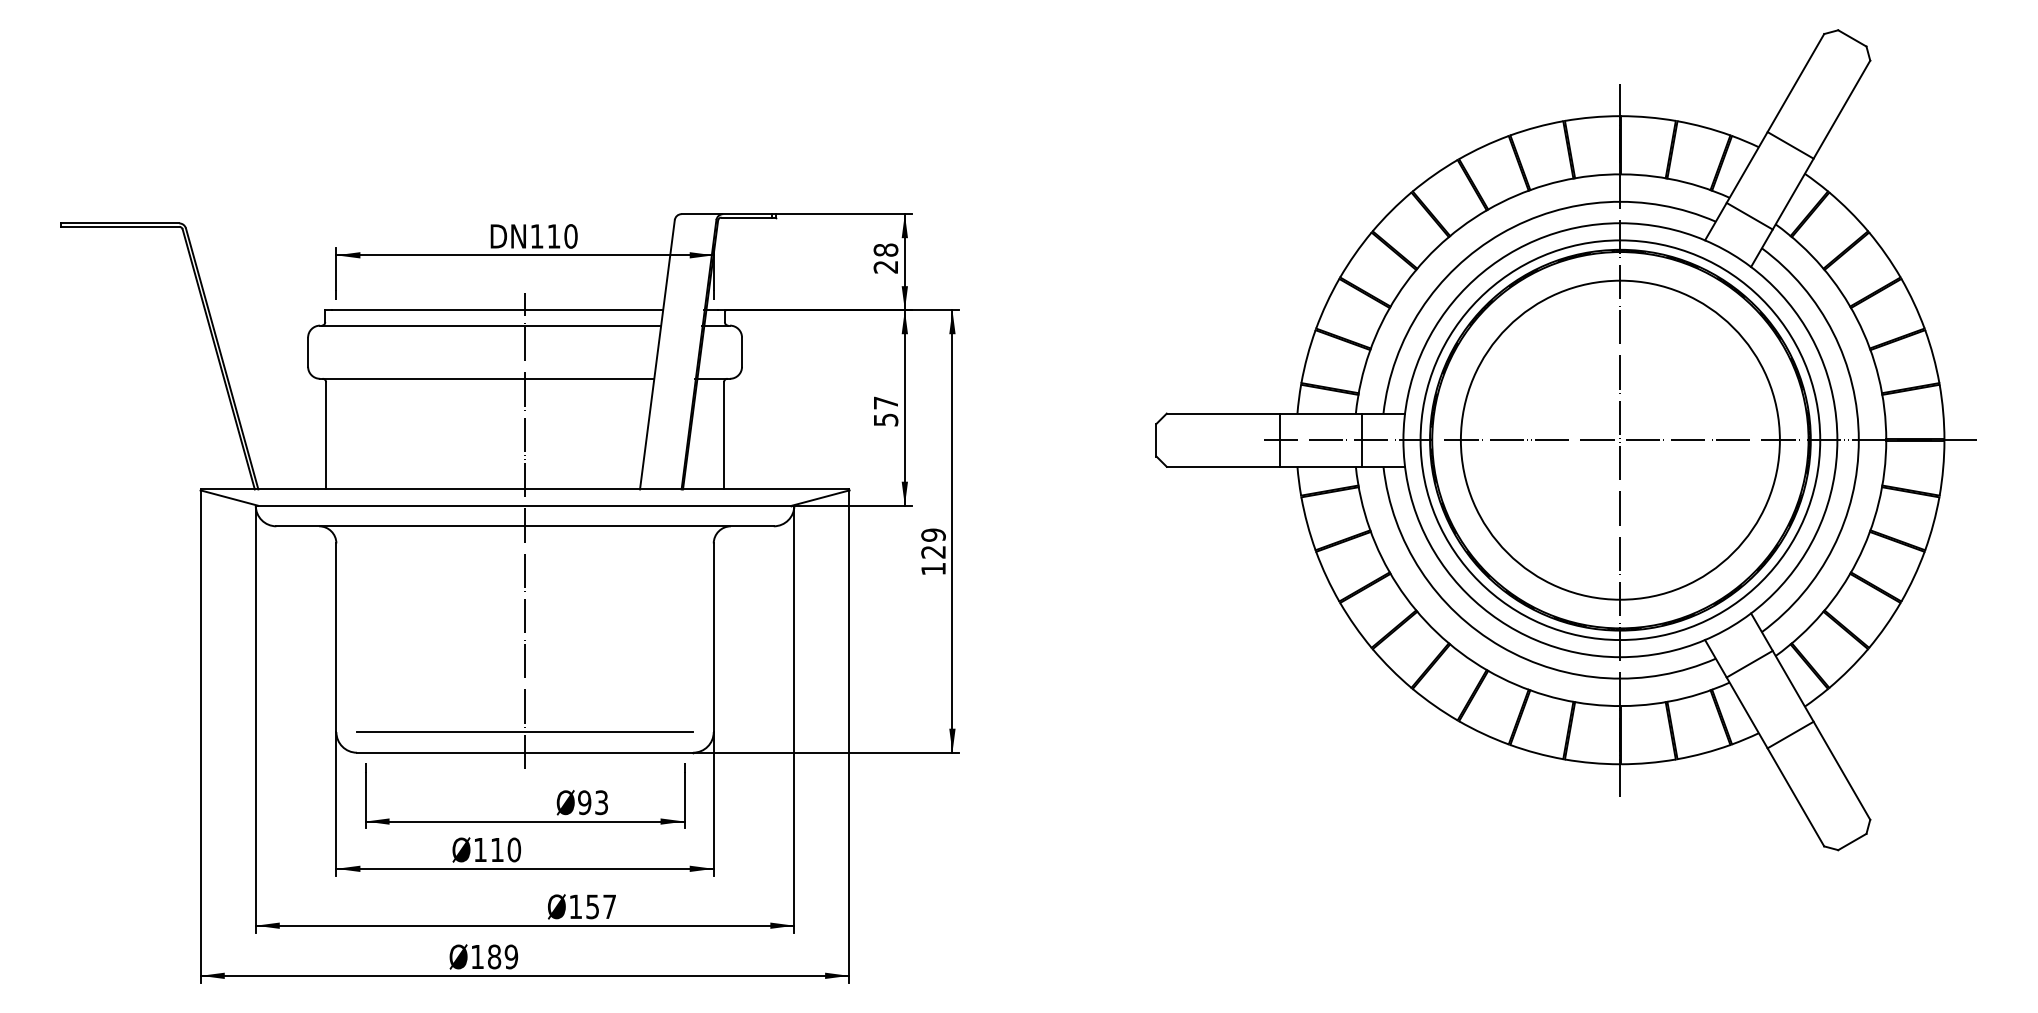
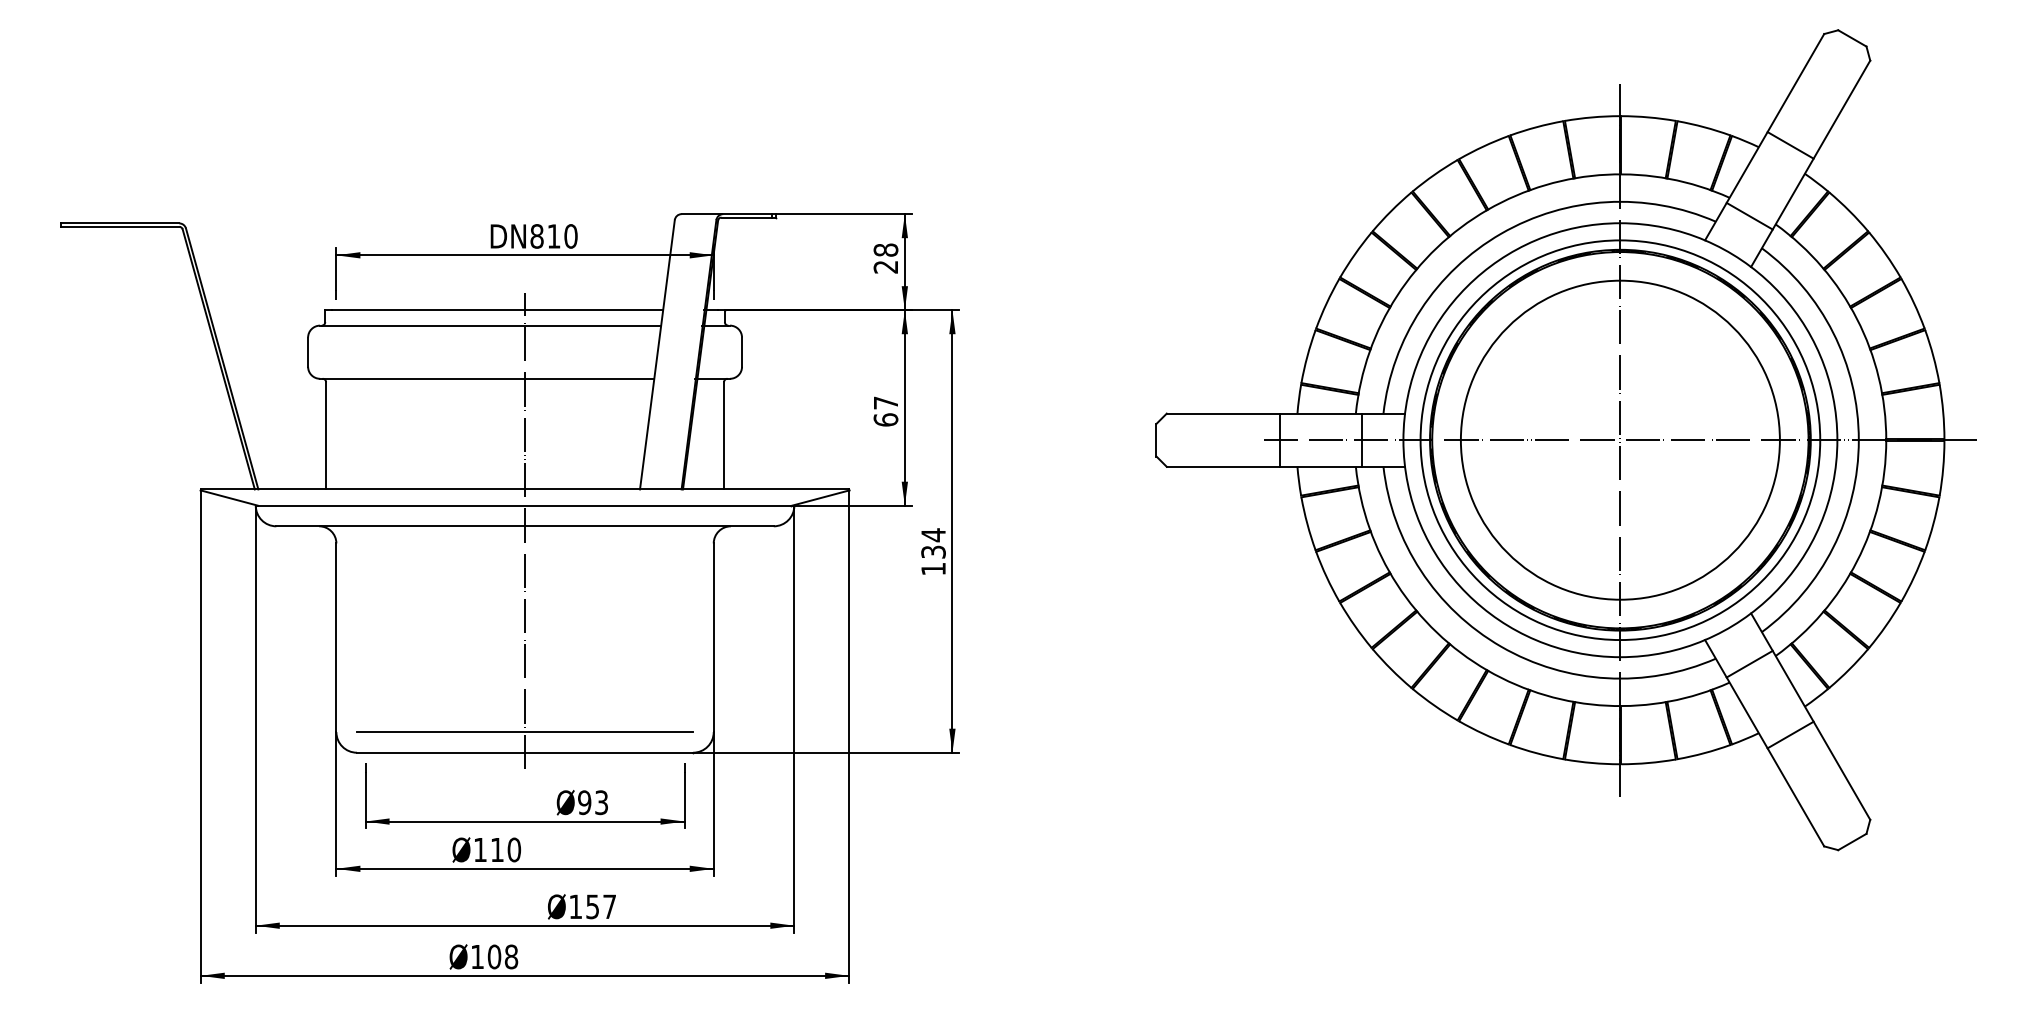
text at (536, 236): 110 -> 810
text at (885, 419): 57 -> 67
text at (933, 543): 129 -> 134
text at (502, 956): 189 -> 108
